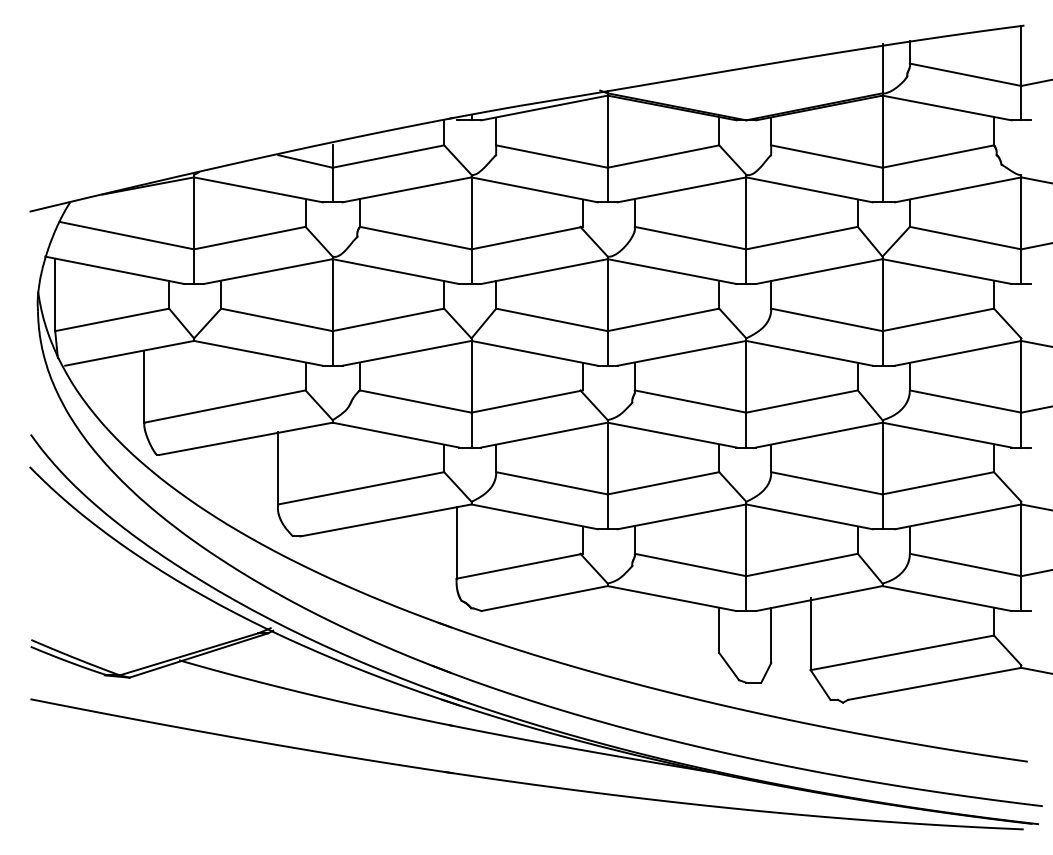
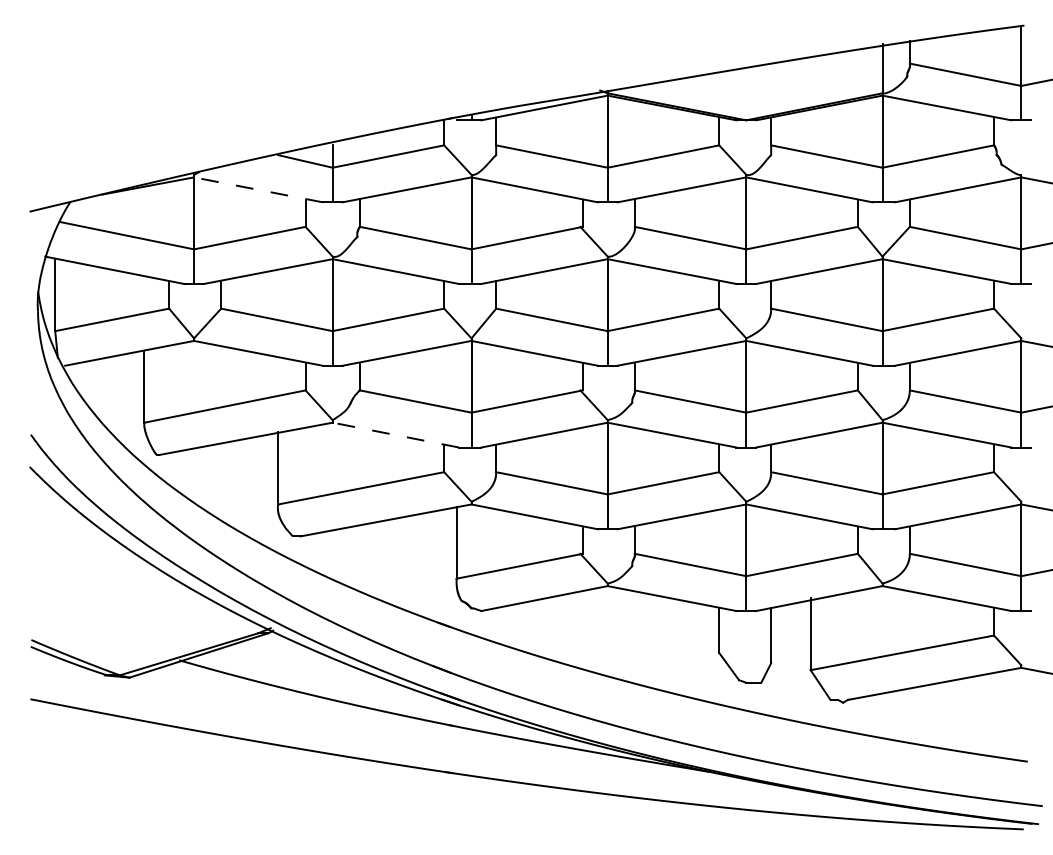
line at (258, 189): solid -> dashed
line at (395, 435): solid -> dashed
